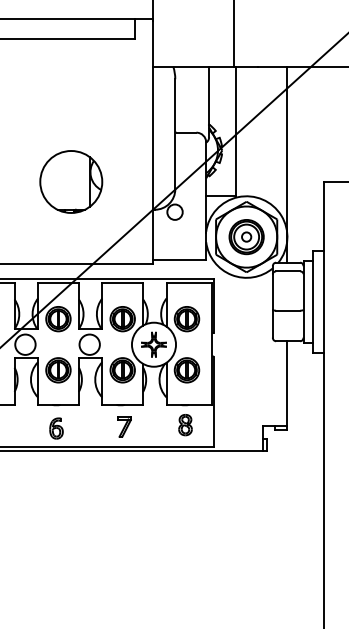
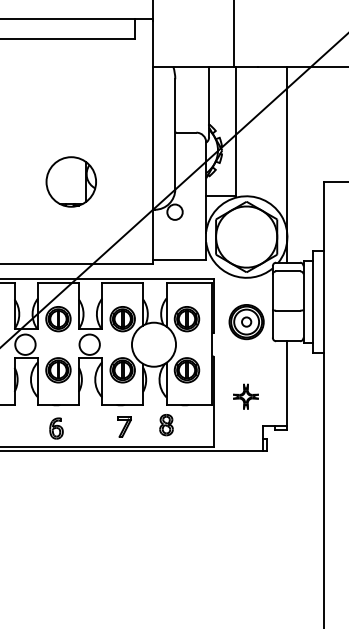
part at (71, 181) size: 65x64 px -> 52x52 px
part at (246, 237) position: (246, 237) -> (246, 322)
part at (153, 344) position: (153, 344) -> (245, 396)
part at (185, 425) position: (185, 425) -> (166, 425)
